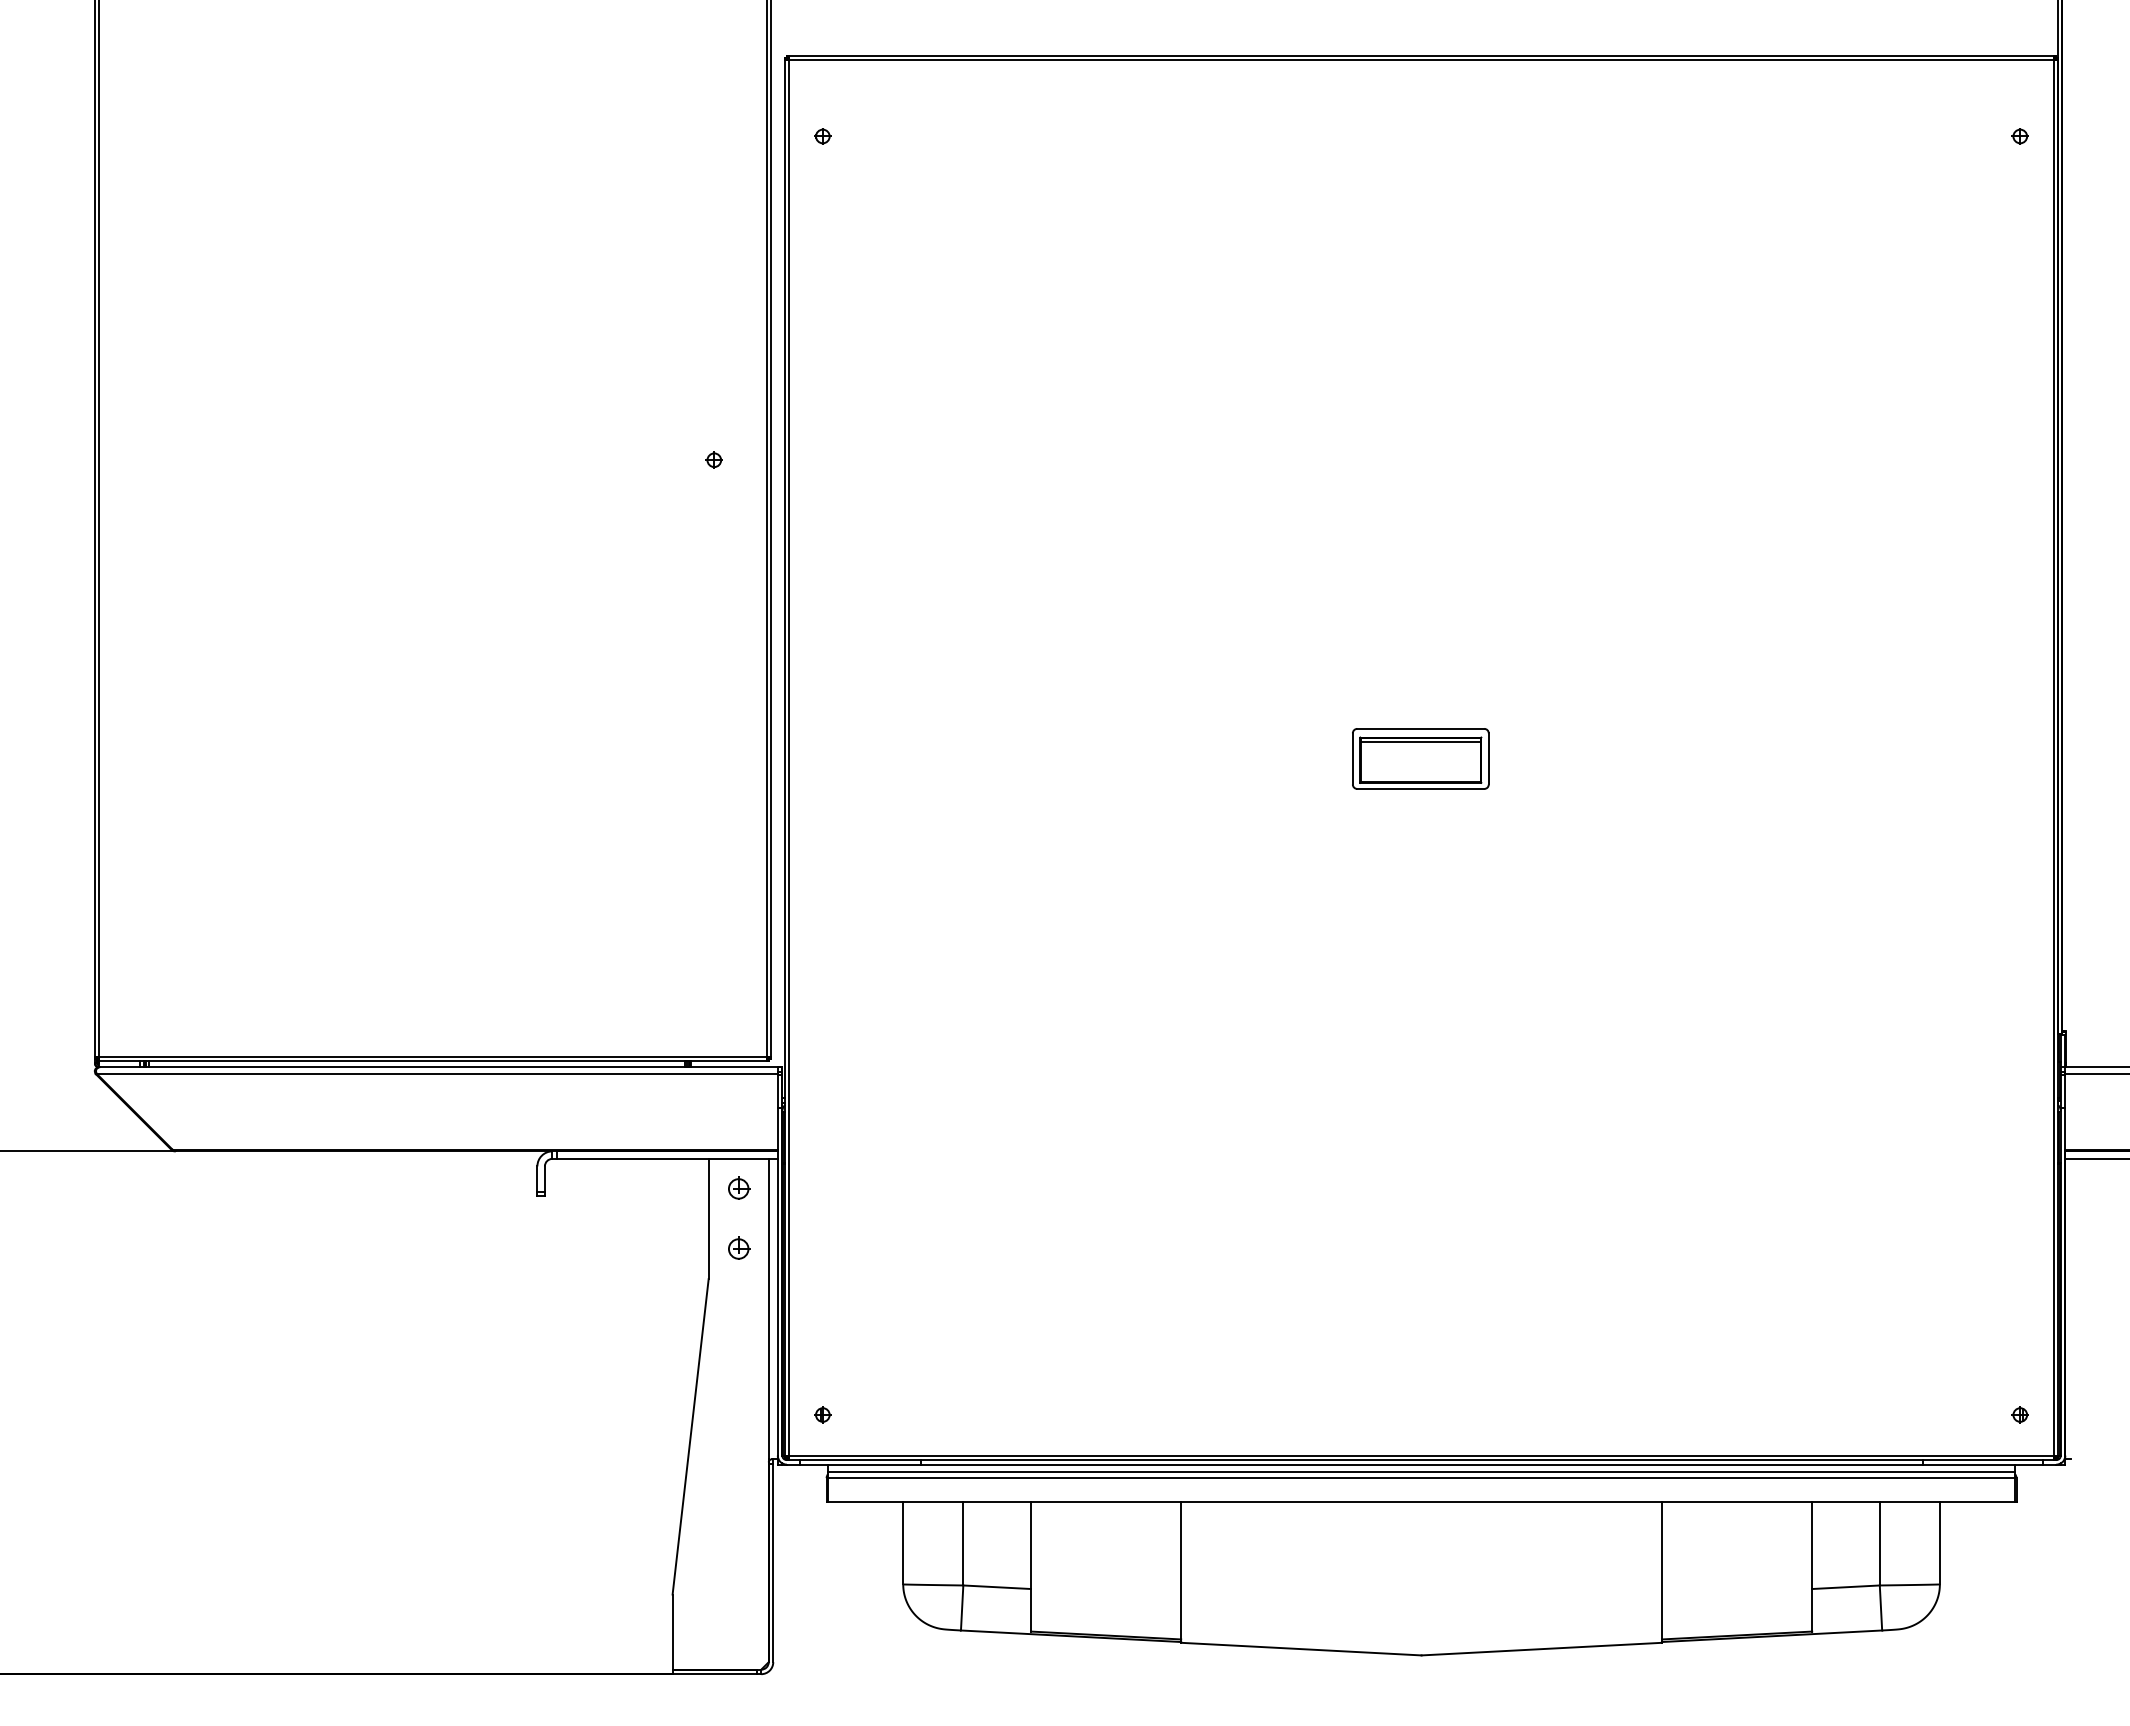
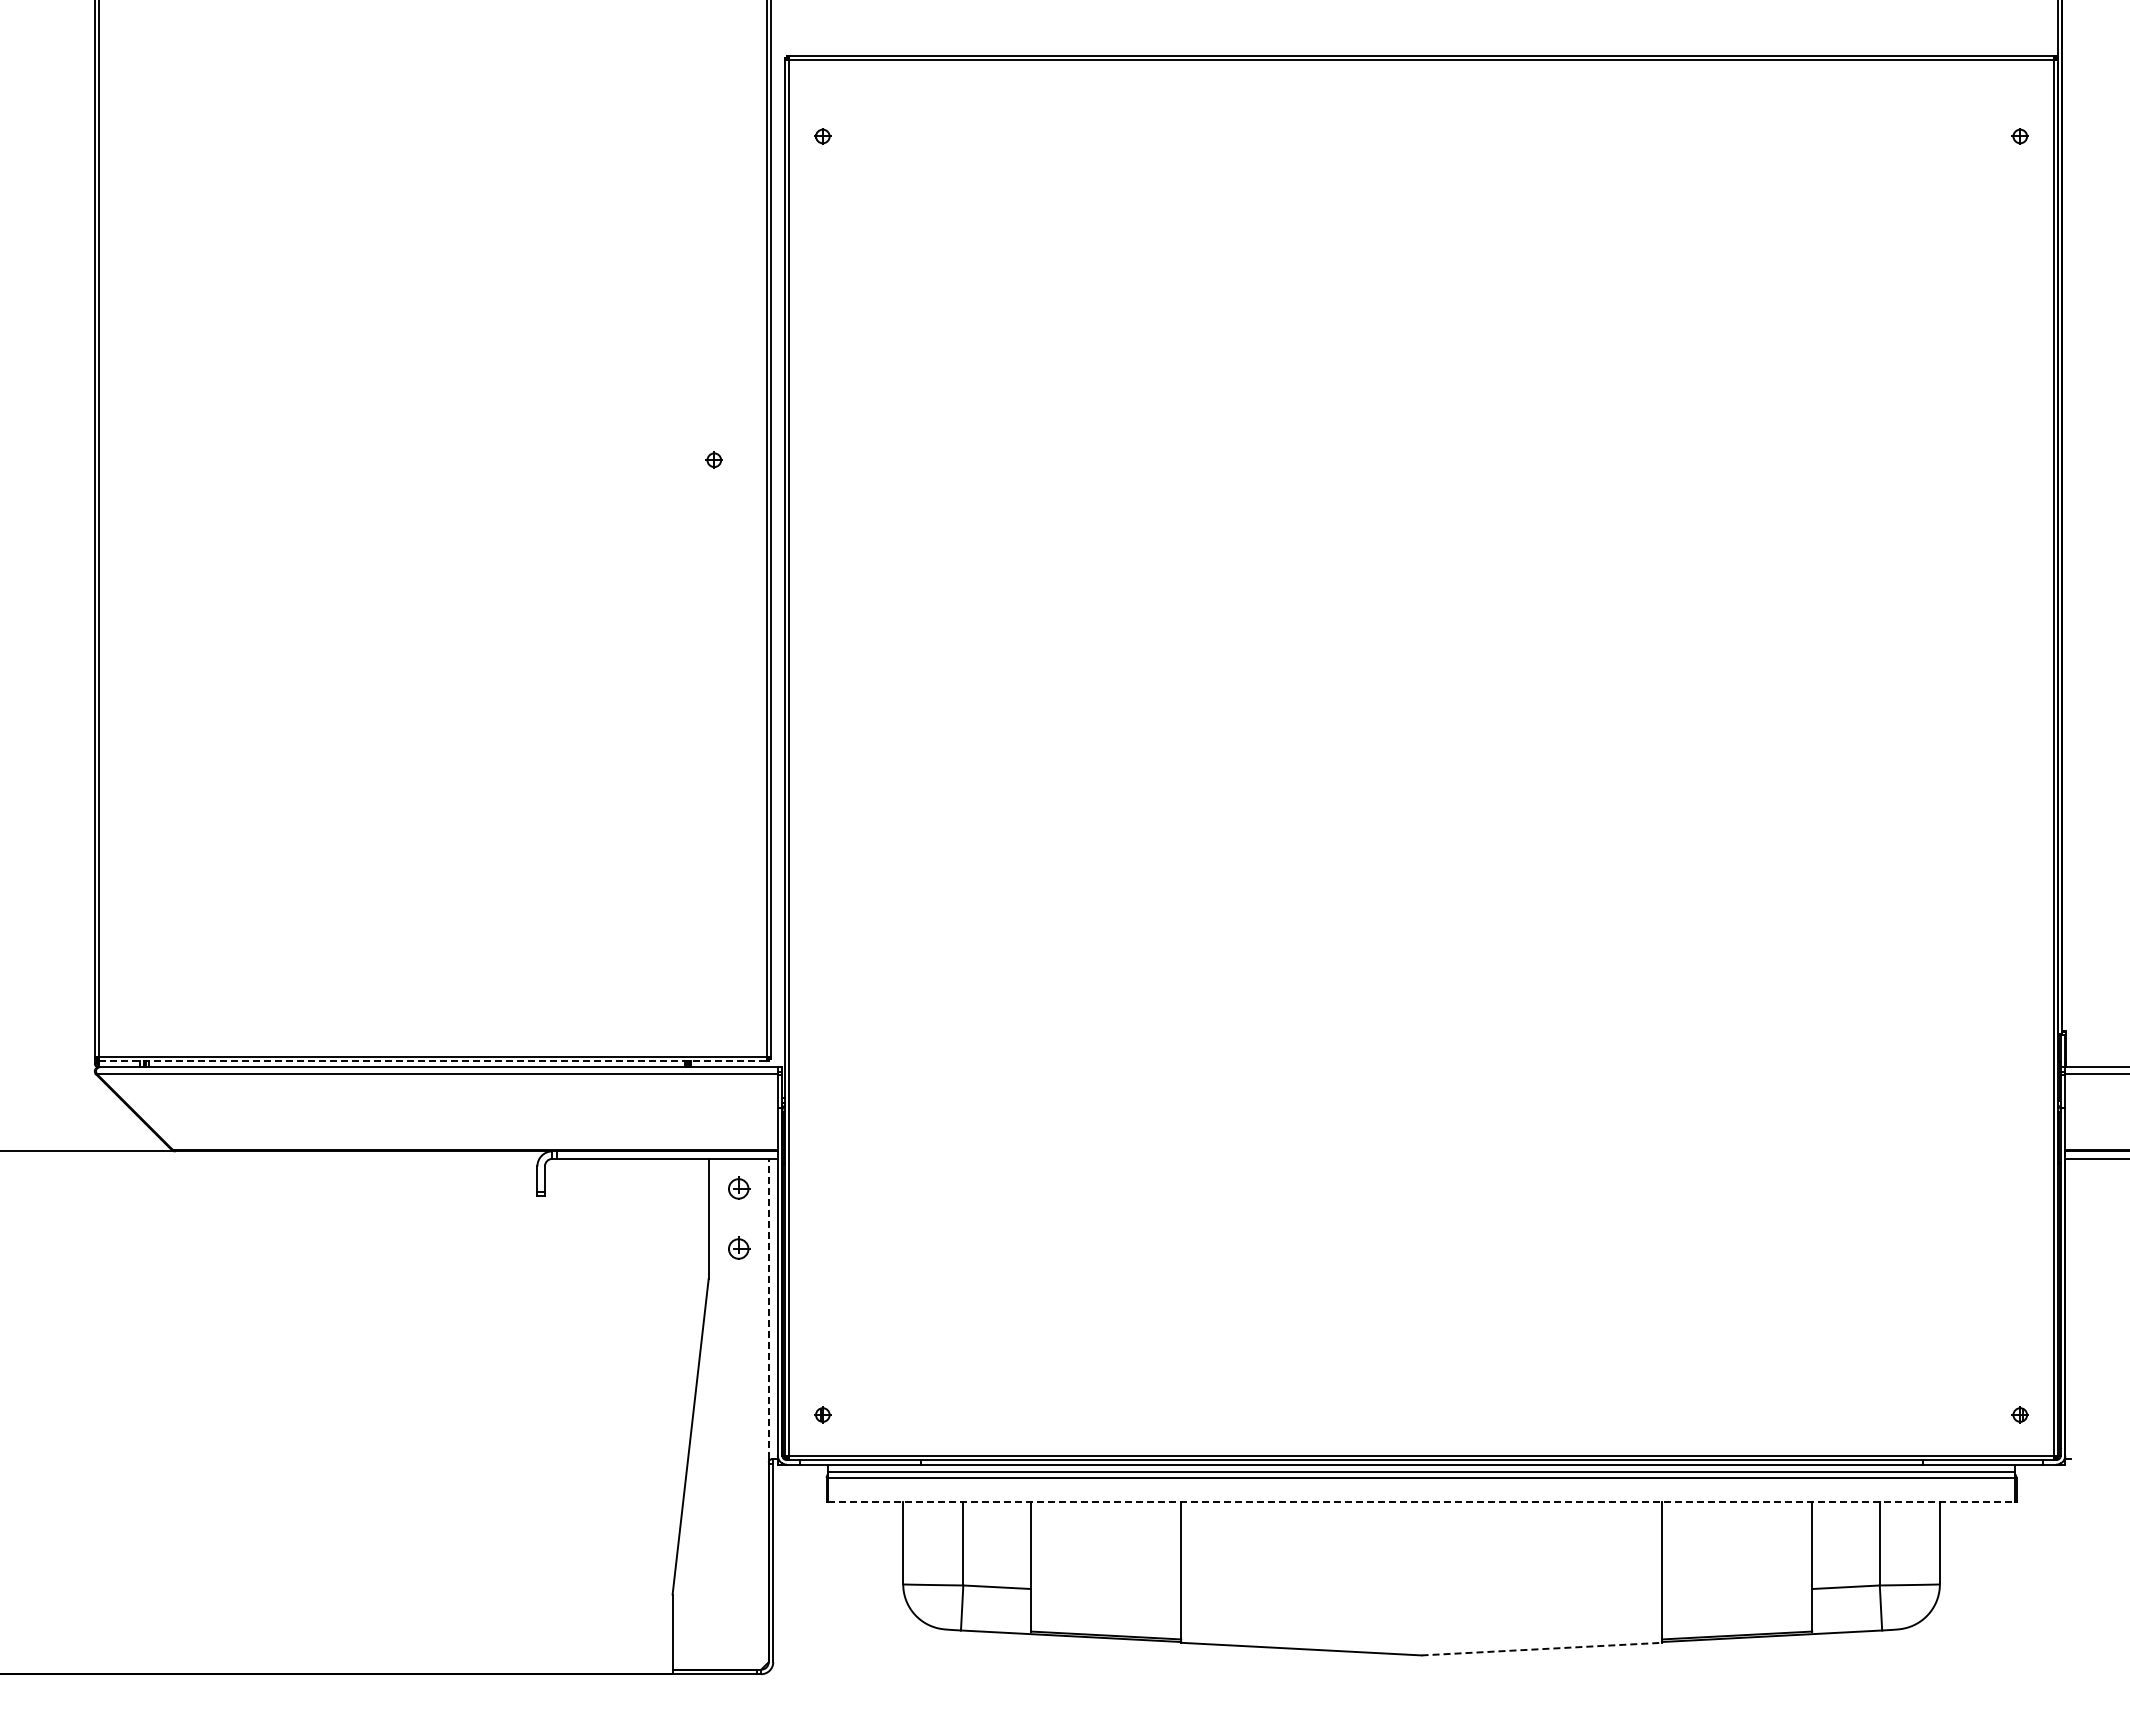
part at (1420, 758): present -> none
line at (432, 1061): solid -> dashed
line at (768, 1308): solid -> dashed
line at (1422, 1502): solid -> dashed
line at (1542, 1649): solid -> dashed
